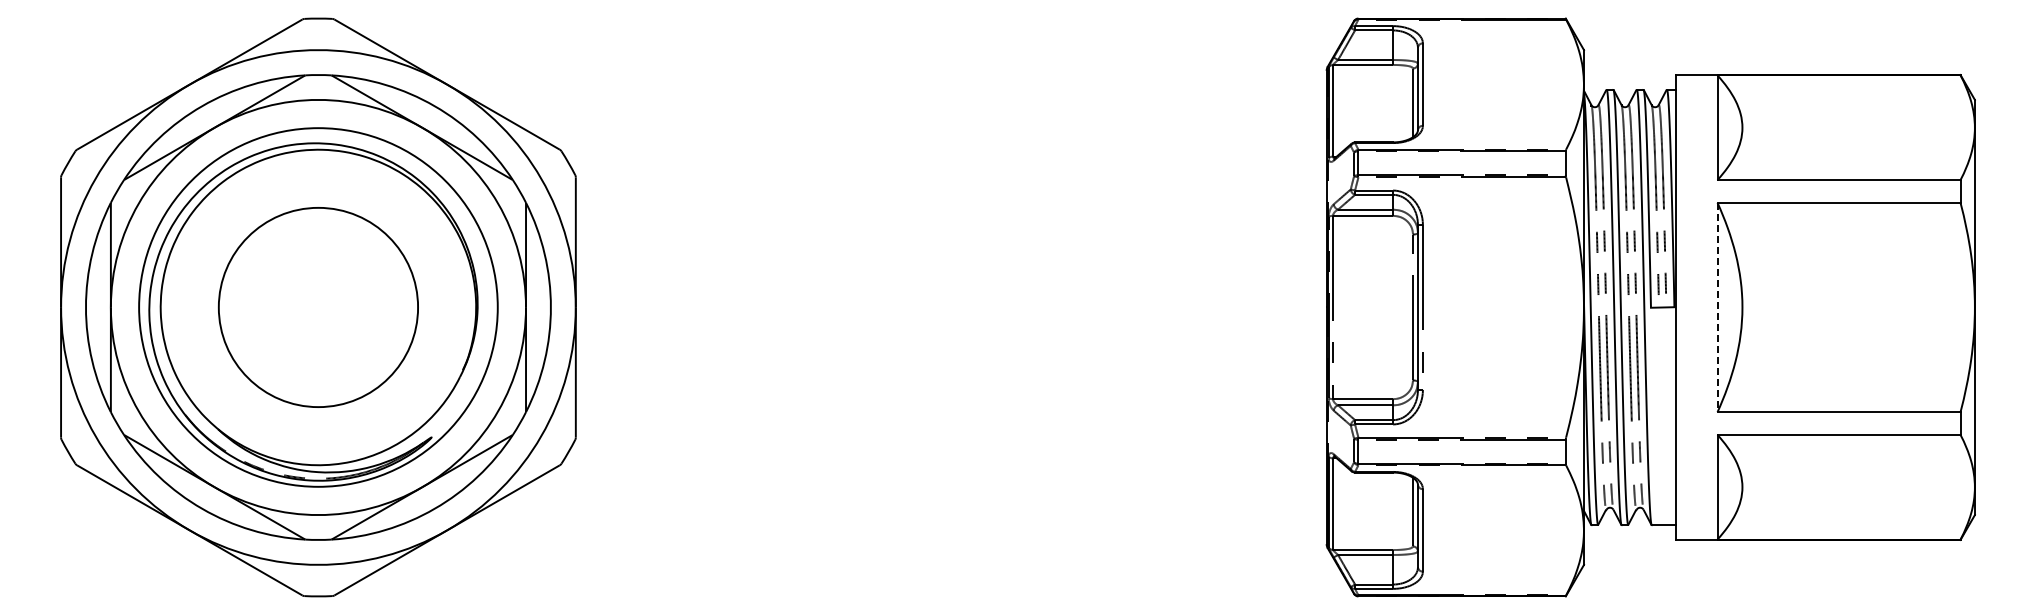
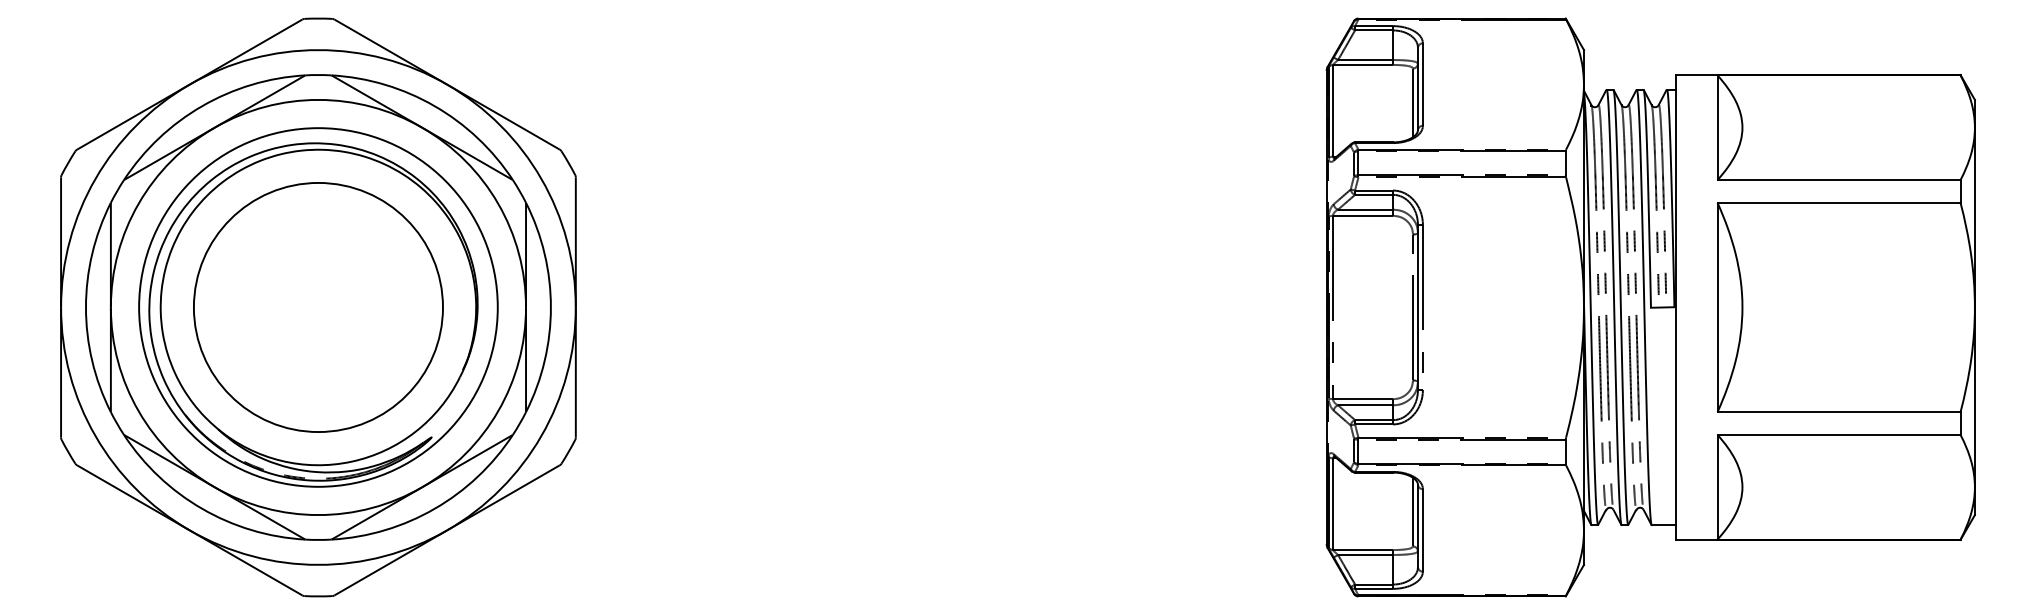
circle at (318, 307) diameter: 199 px -> 249 px
line at (1717, 307): dashed -> solid
